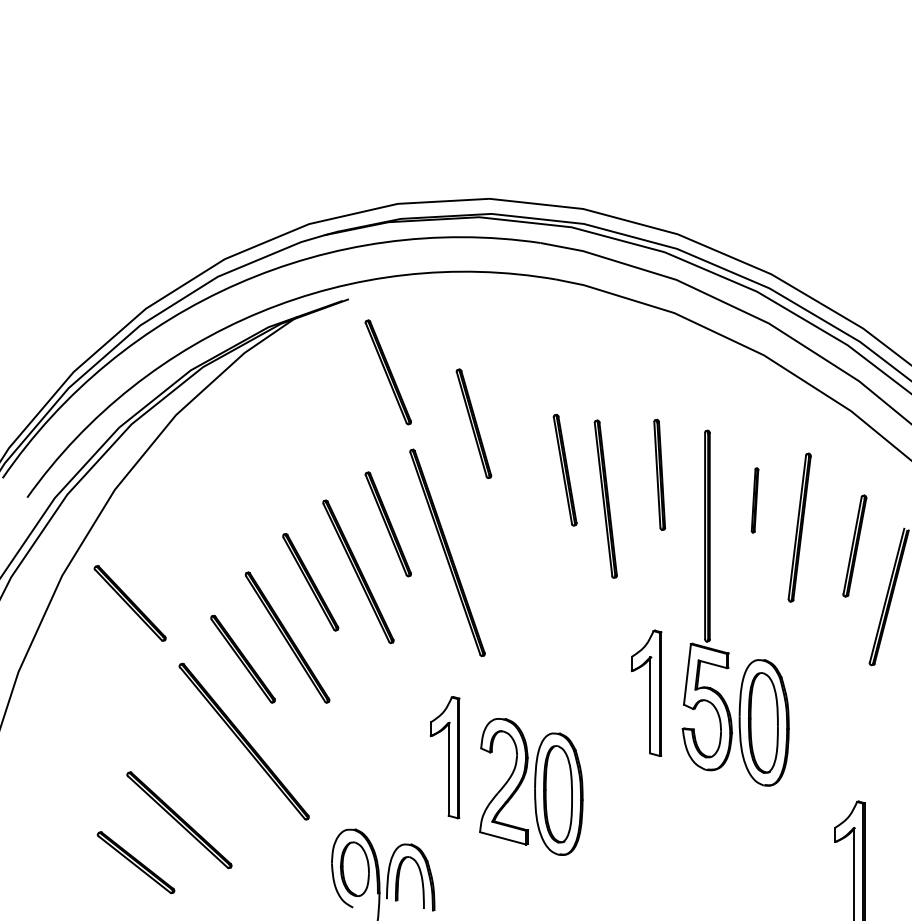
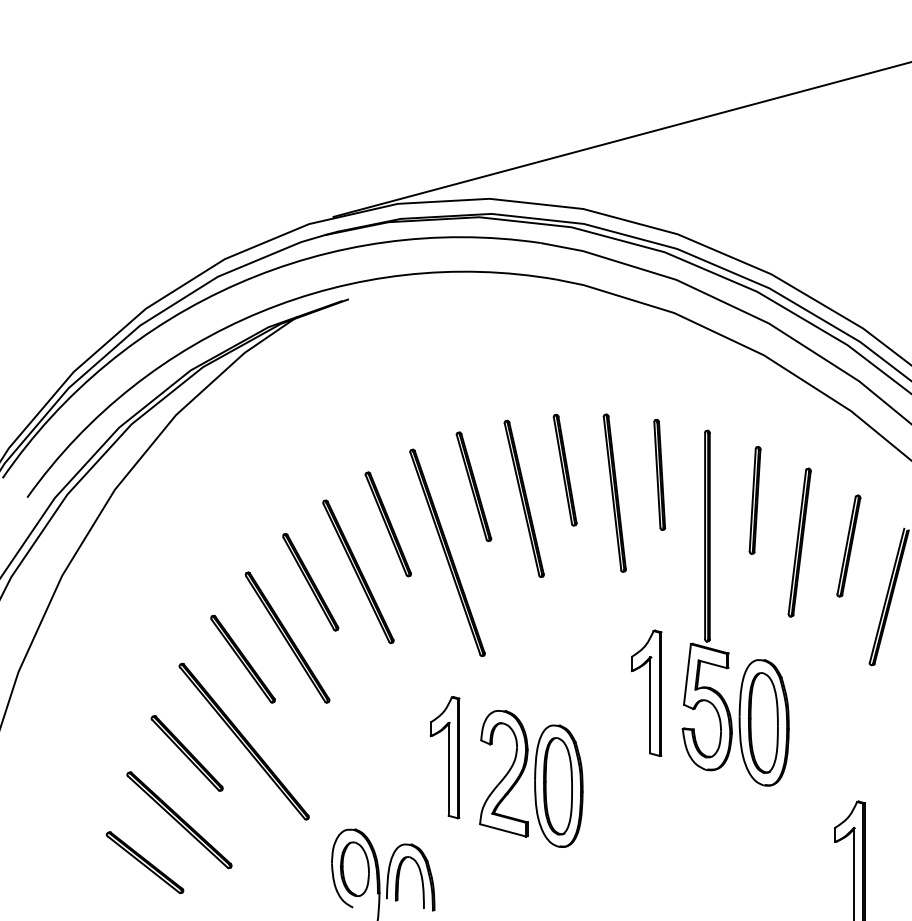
line at (620, 139): none -> present
part at (387, 372): present -> none
part at (473, 423) position: (473, 423) -> (473, 486)
part at (523, 498): none -> present
part at (605, 498) position: (605, 498) -> (614, 492)
part at (754, 500) size: 10x67 px -> 14x109 px
part at (799, 527) position: (799, 527) -> (799, 542)
part at (854, 545) position: (854, 545) -> (848, 545)
part at (129, 603) position: (129, 603) -> (186, 753)
part at (531, 786) position: (531, 786) -> (531, 778)
part at (135, 862) position: (135, 862) -> (144, 862)
